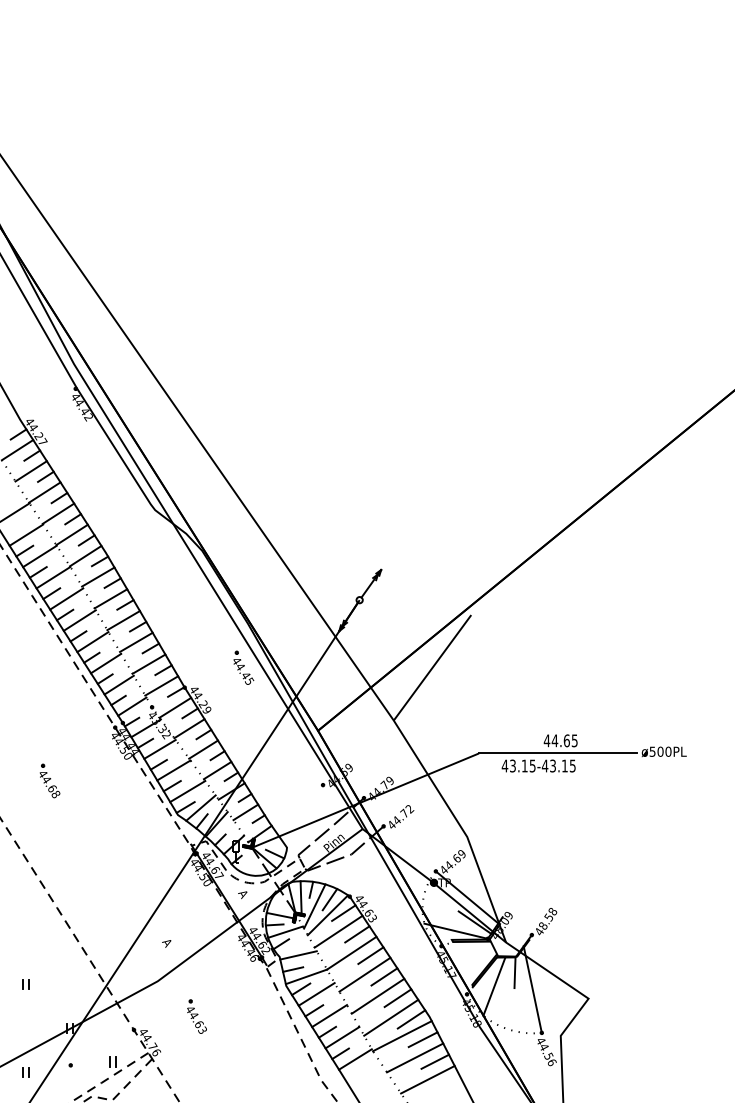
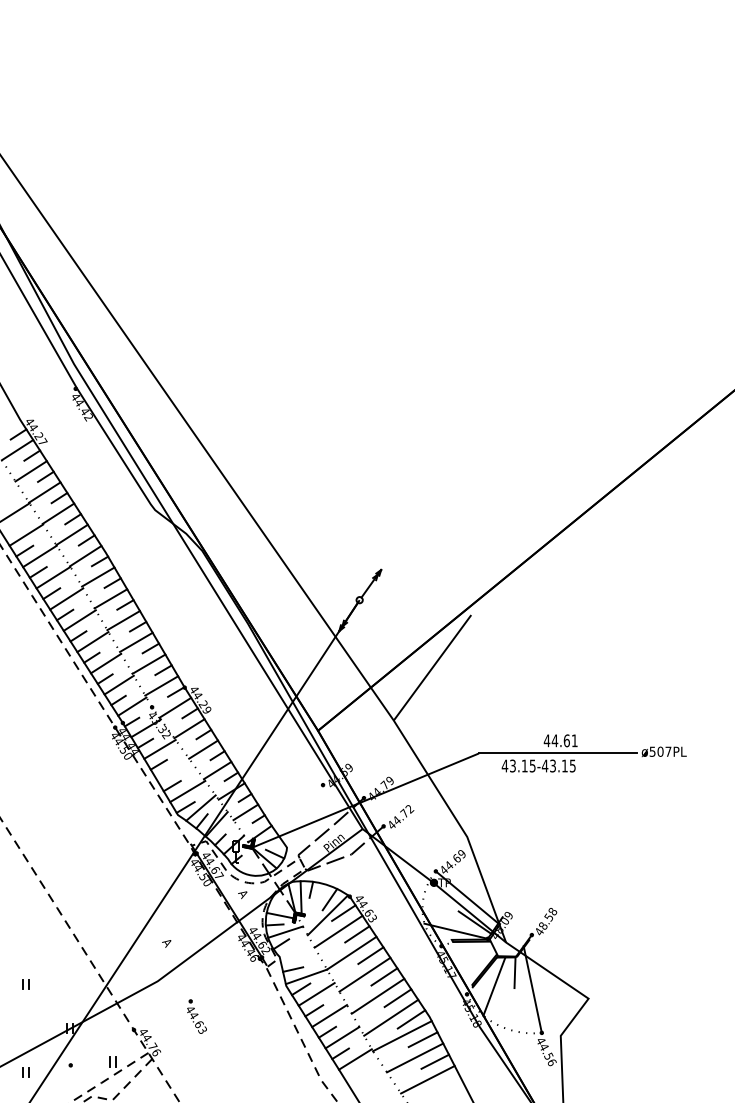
part at (243, 667): present -> none
text at (574, 740): 44.65 -> 44.61
text at (668, 751): ø500PL -> ø507PL
line at (173, 770): present -> none
part at (49, 780): present -> none
line at (314, 906): present -> none
line at (298, 955): present -> none
